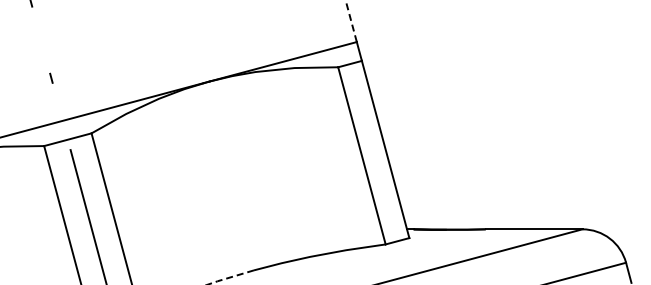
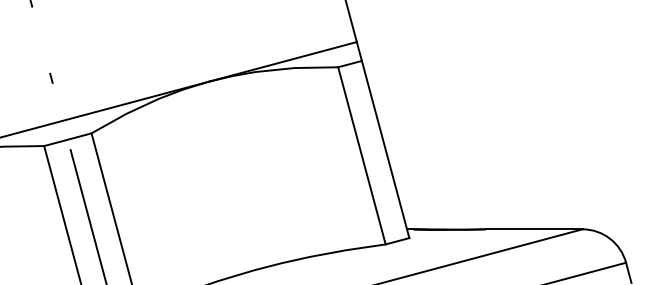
line at (351, 20): dashed -> solid
line at (230, 277): dashed -> solid
